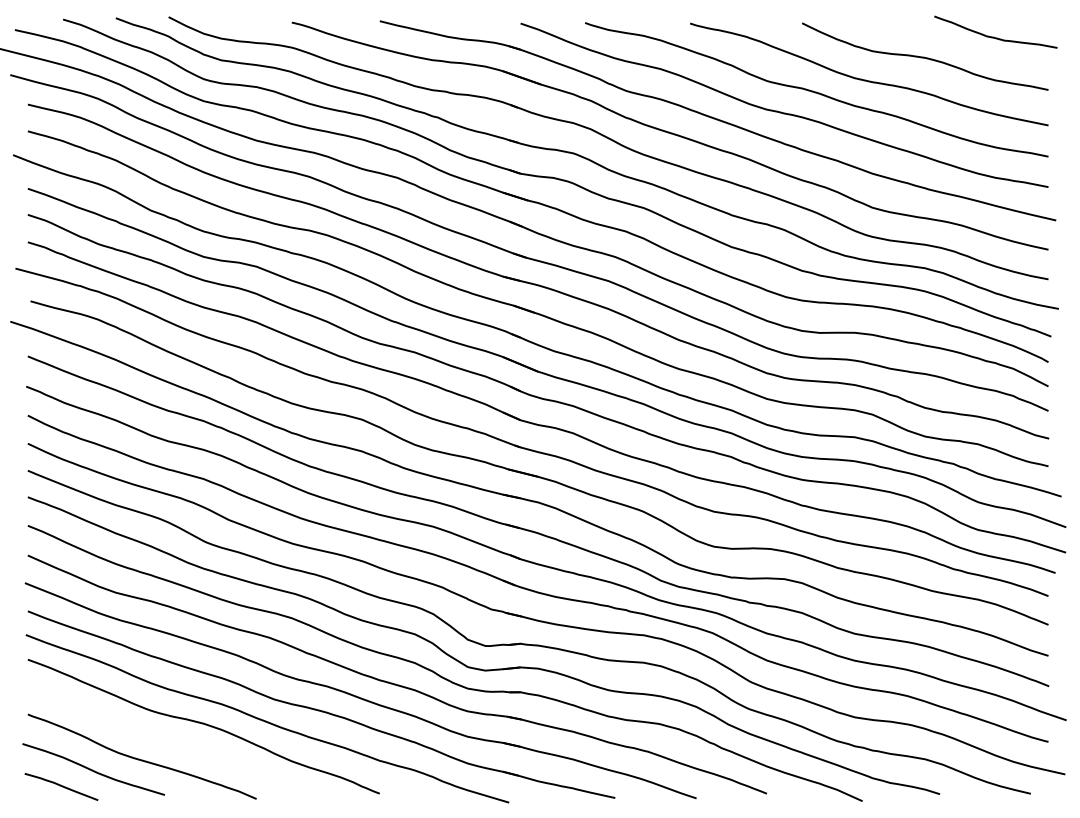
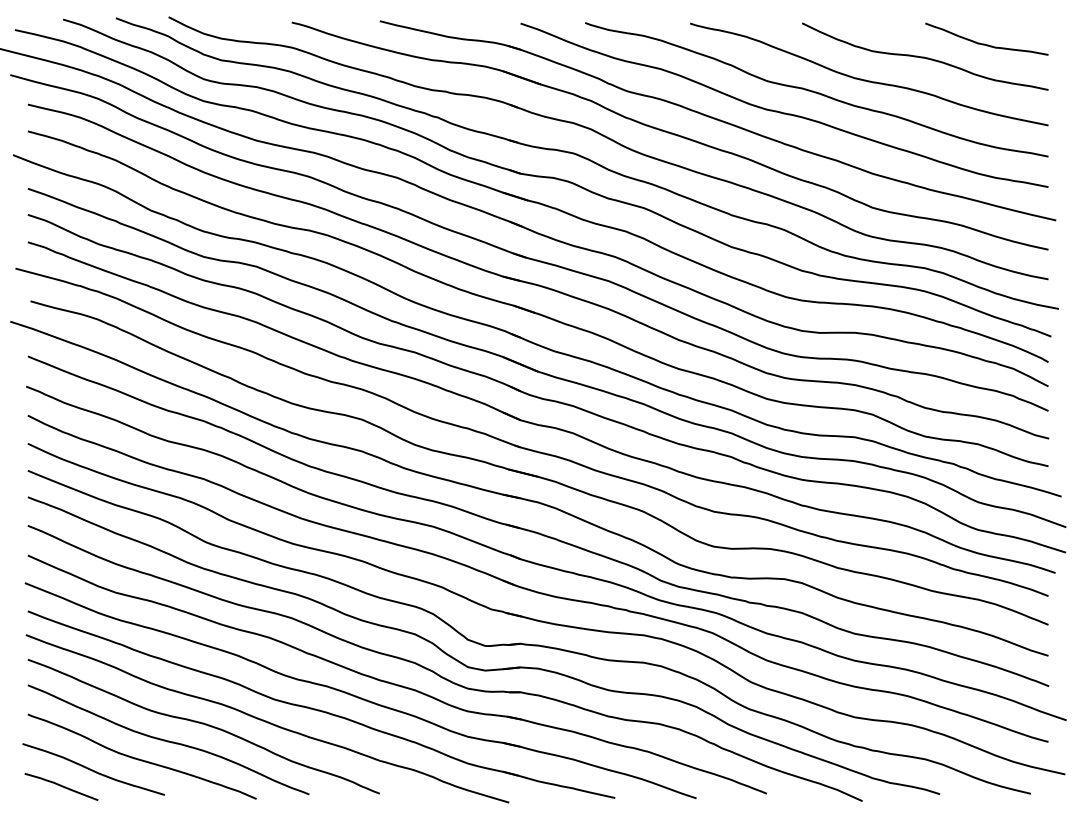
curve at (993, 36) position: (993, 36) -> (984, 43)
curve at (168, 740): none -> present
